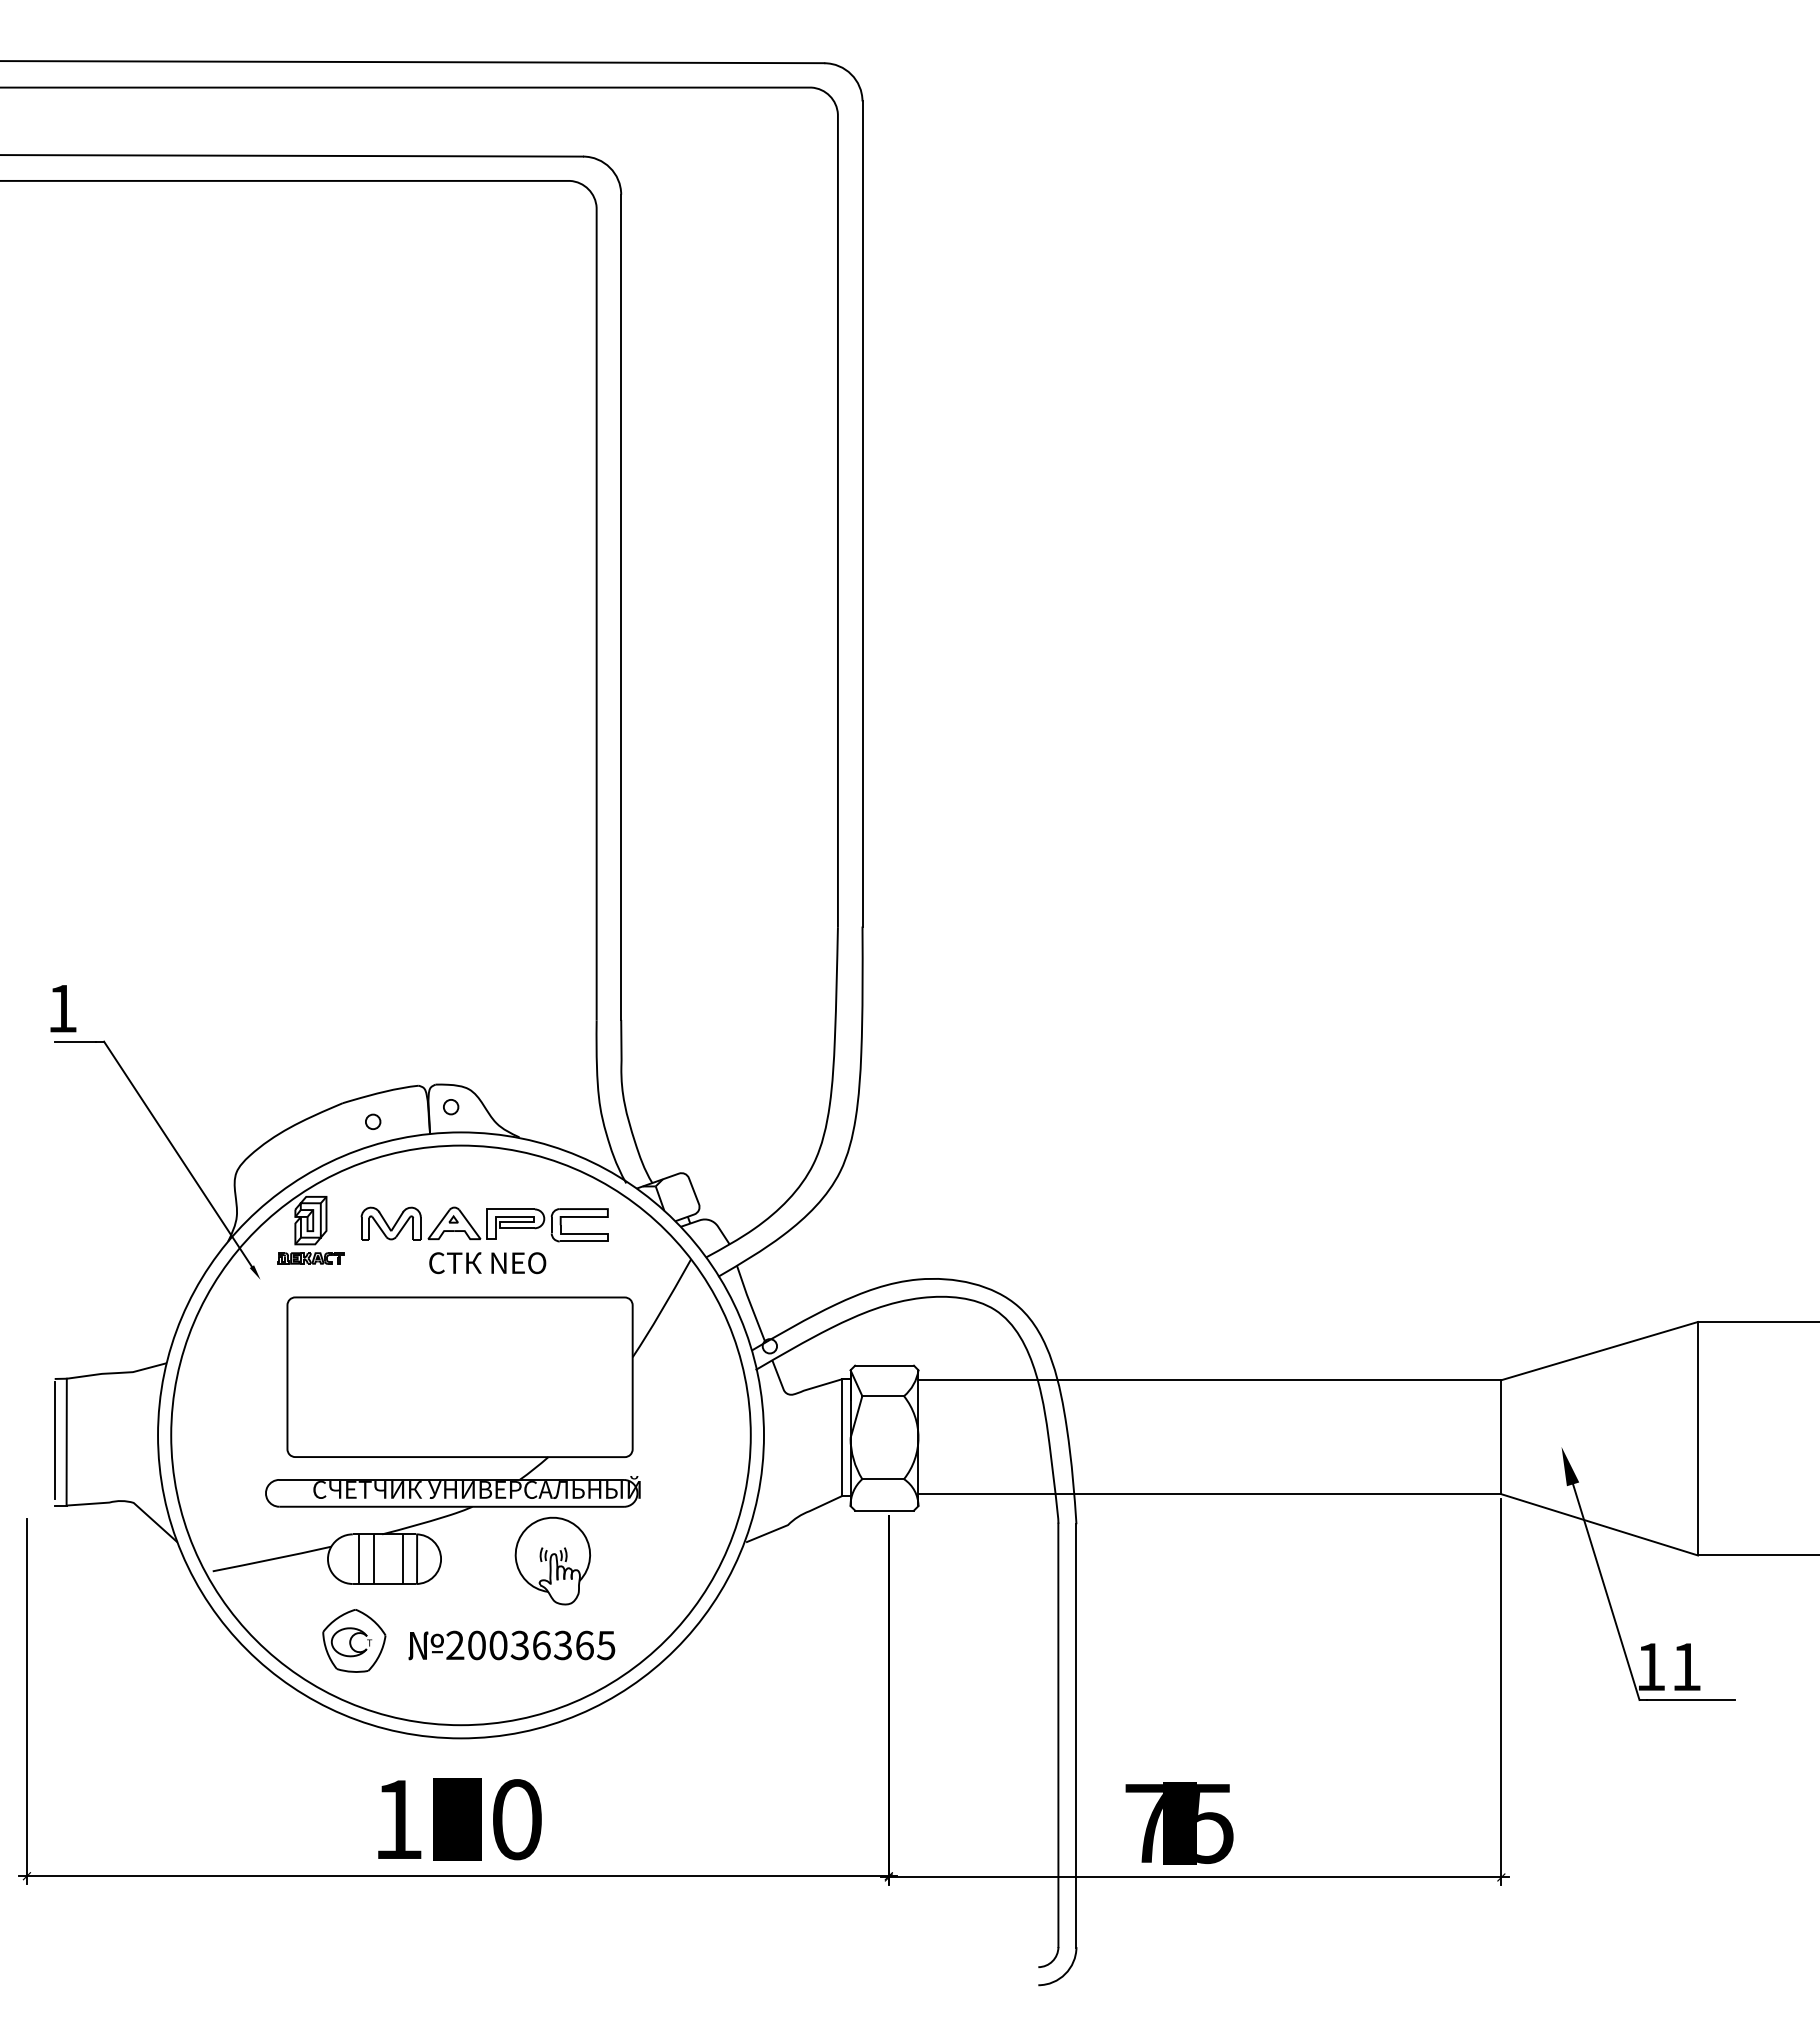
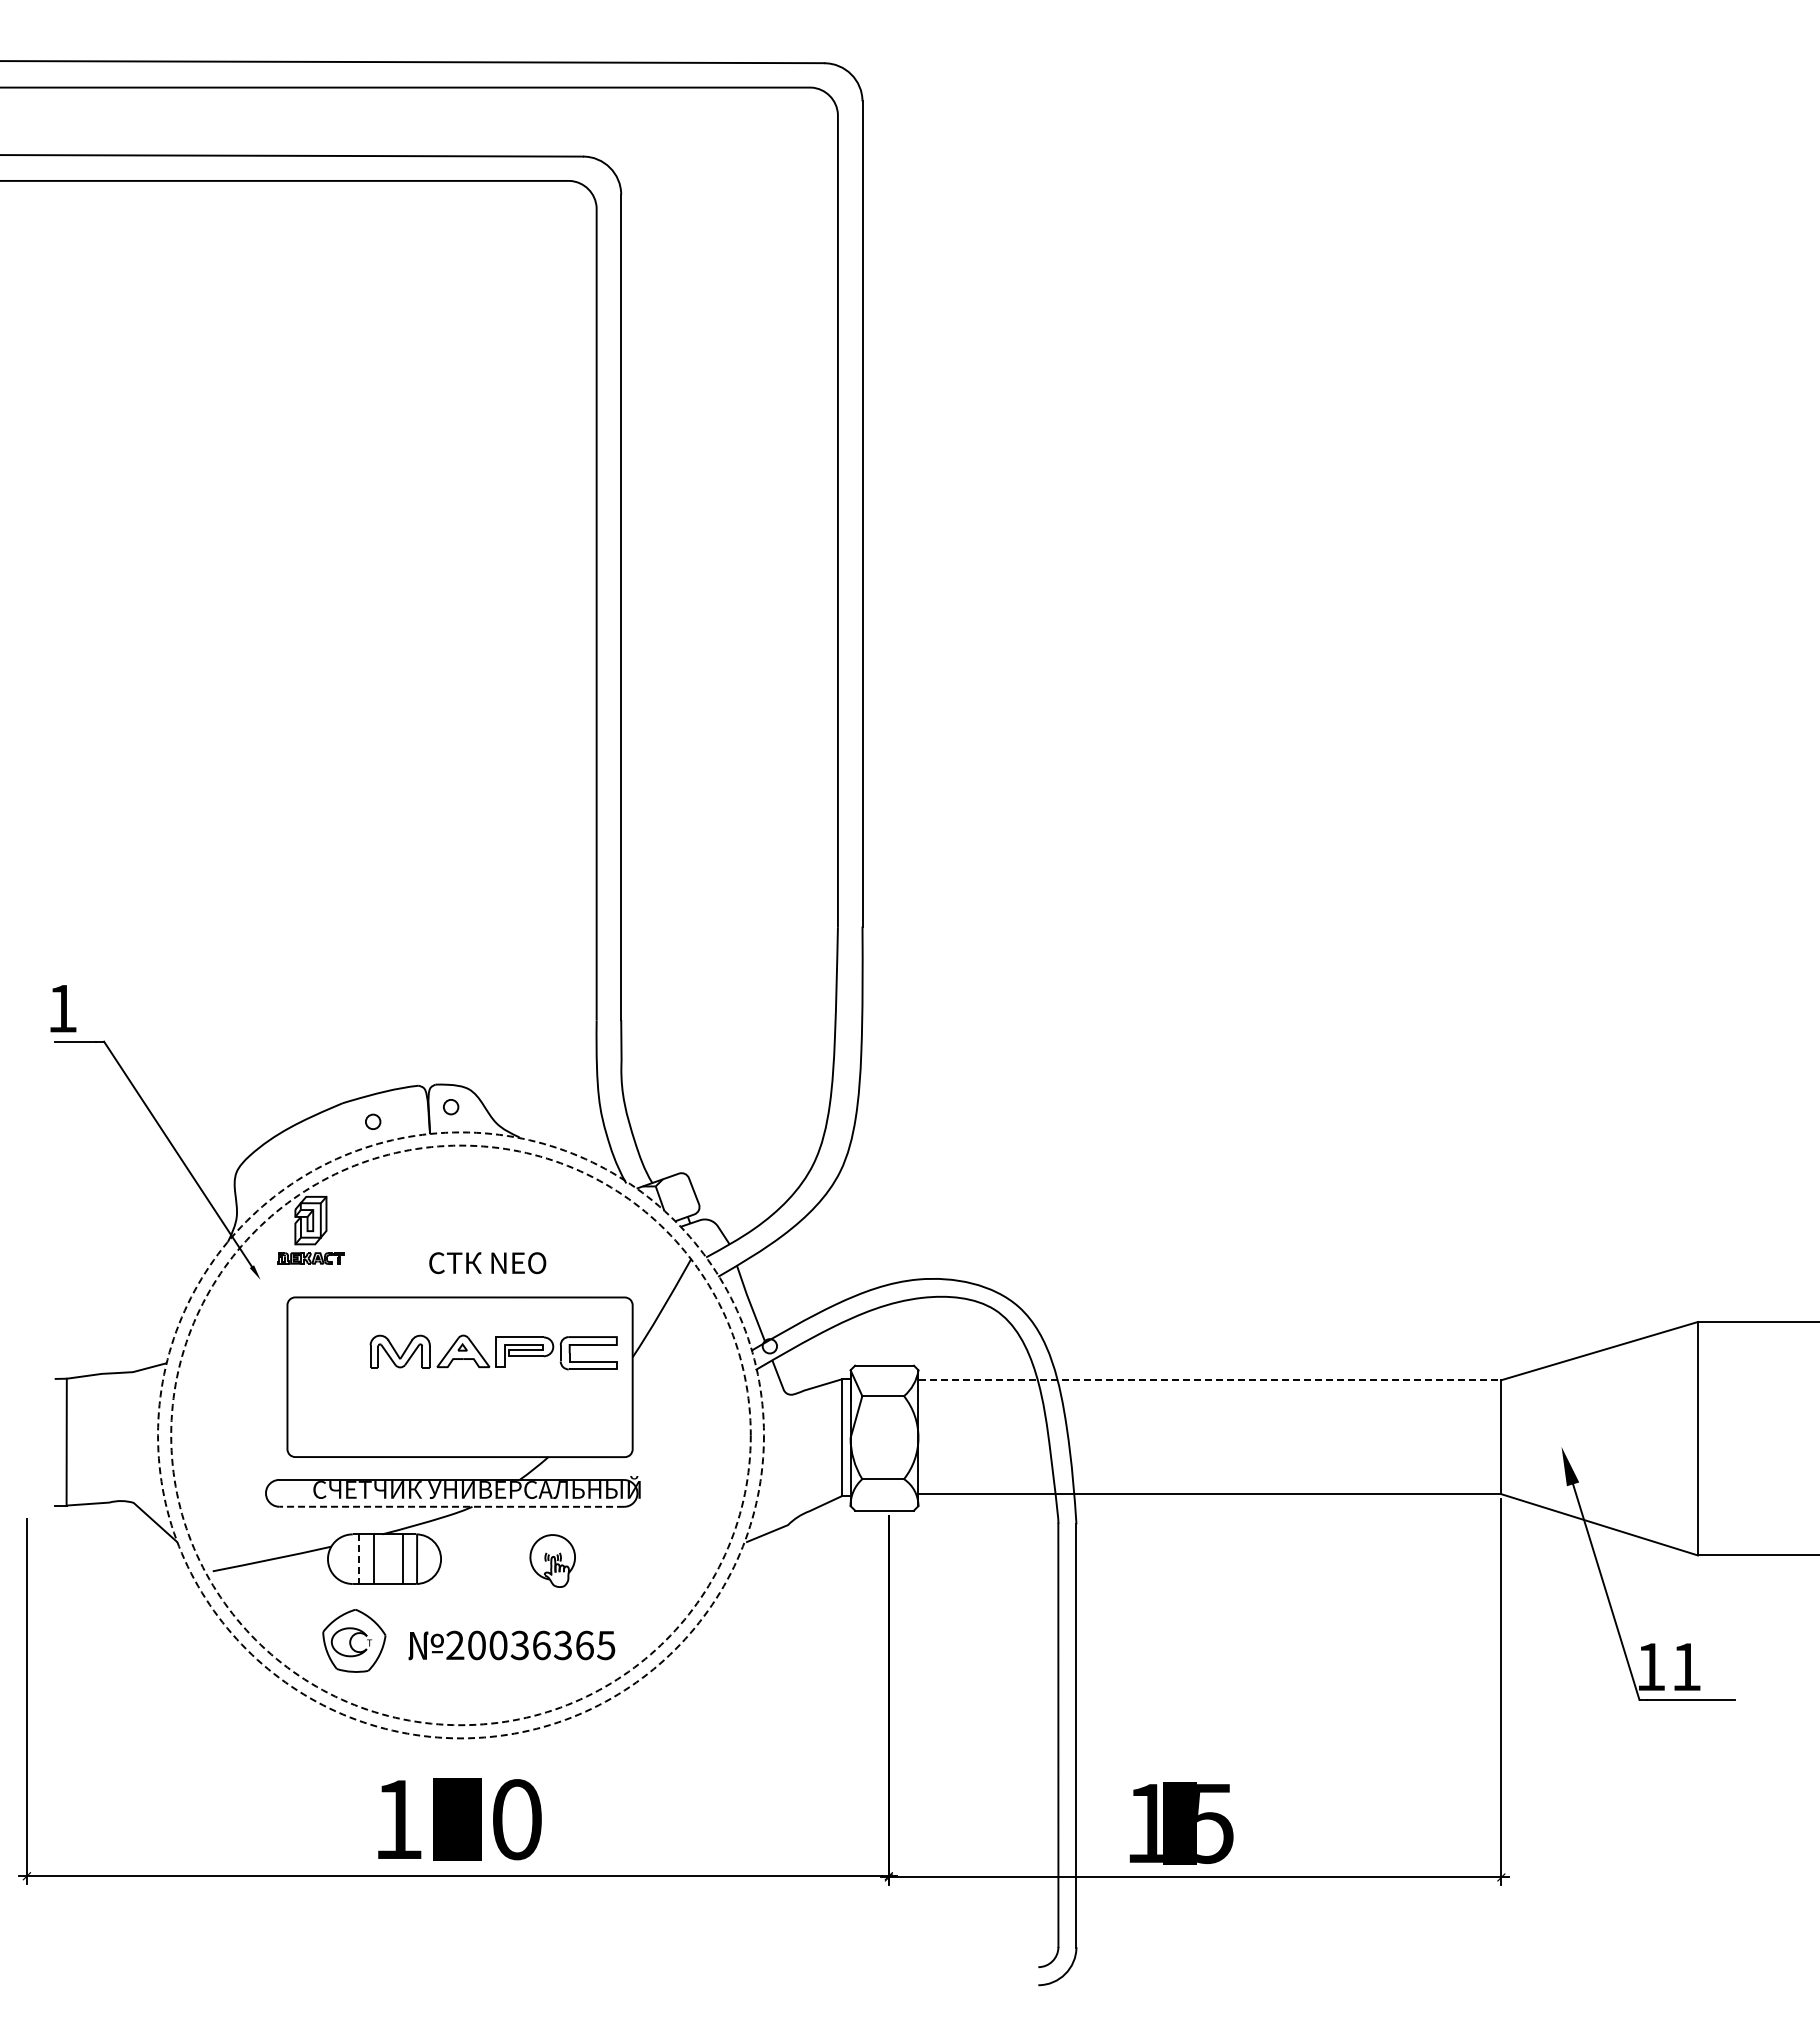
part at (484, 1224) position: (484, 1224) -> (493, 1352)
line at (1210, 1380): solid -> dashed
circle at (460, 1435): solid -> dashed
circle at (461, 1435): solid -> dashed
line at (54, 1440): present -> none
line at (451, 1506): solid -> dashed
line at (358, 1559): solid -> dashed
part at (552, 1560) size: 77x90 px -> 47x54 px
text at (1143, 1823): 75 -> 15
